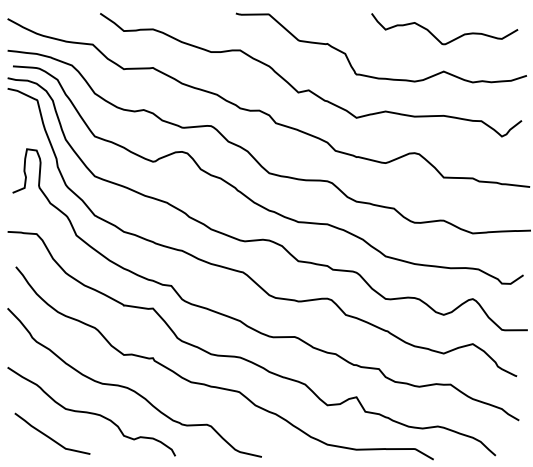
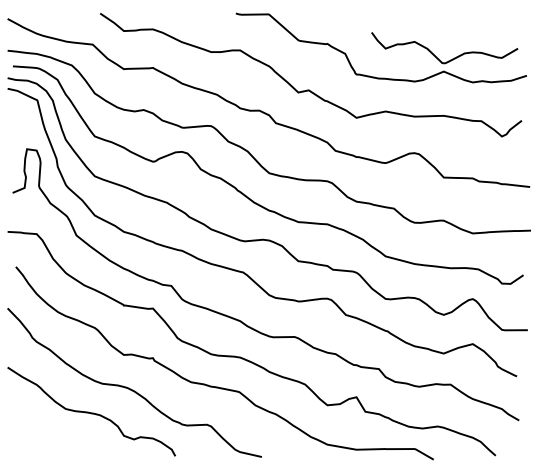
curve at (436, 37) position: (436, 37) -> (436, 56)
curve at (49, 436): present -> none
